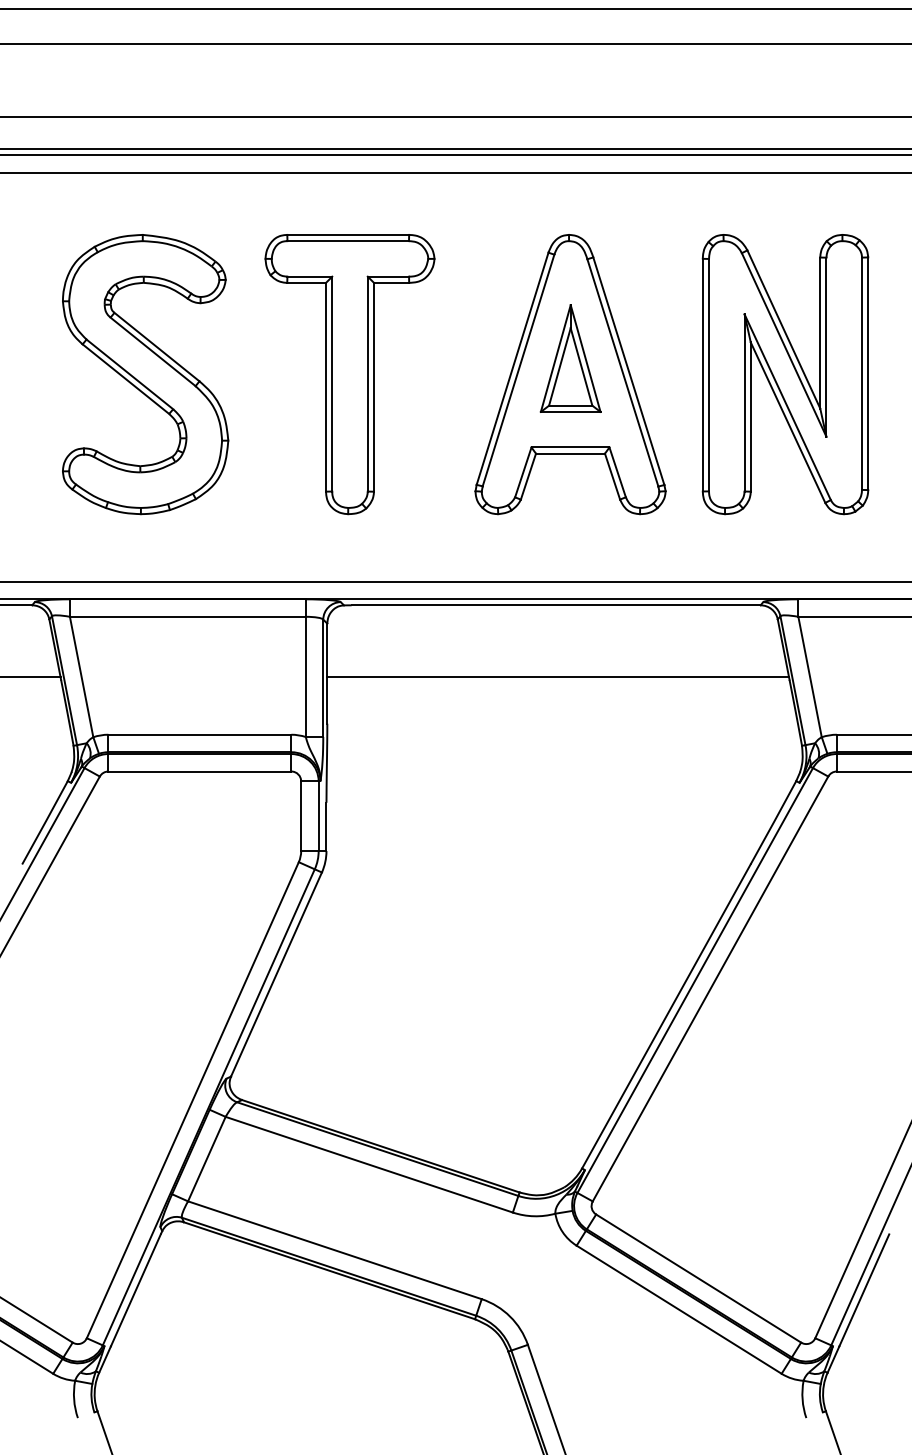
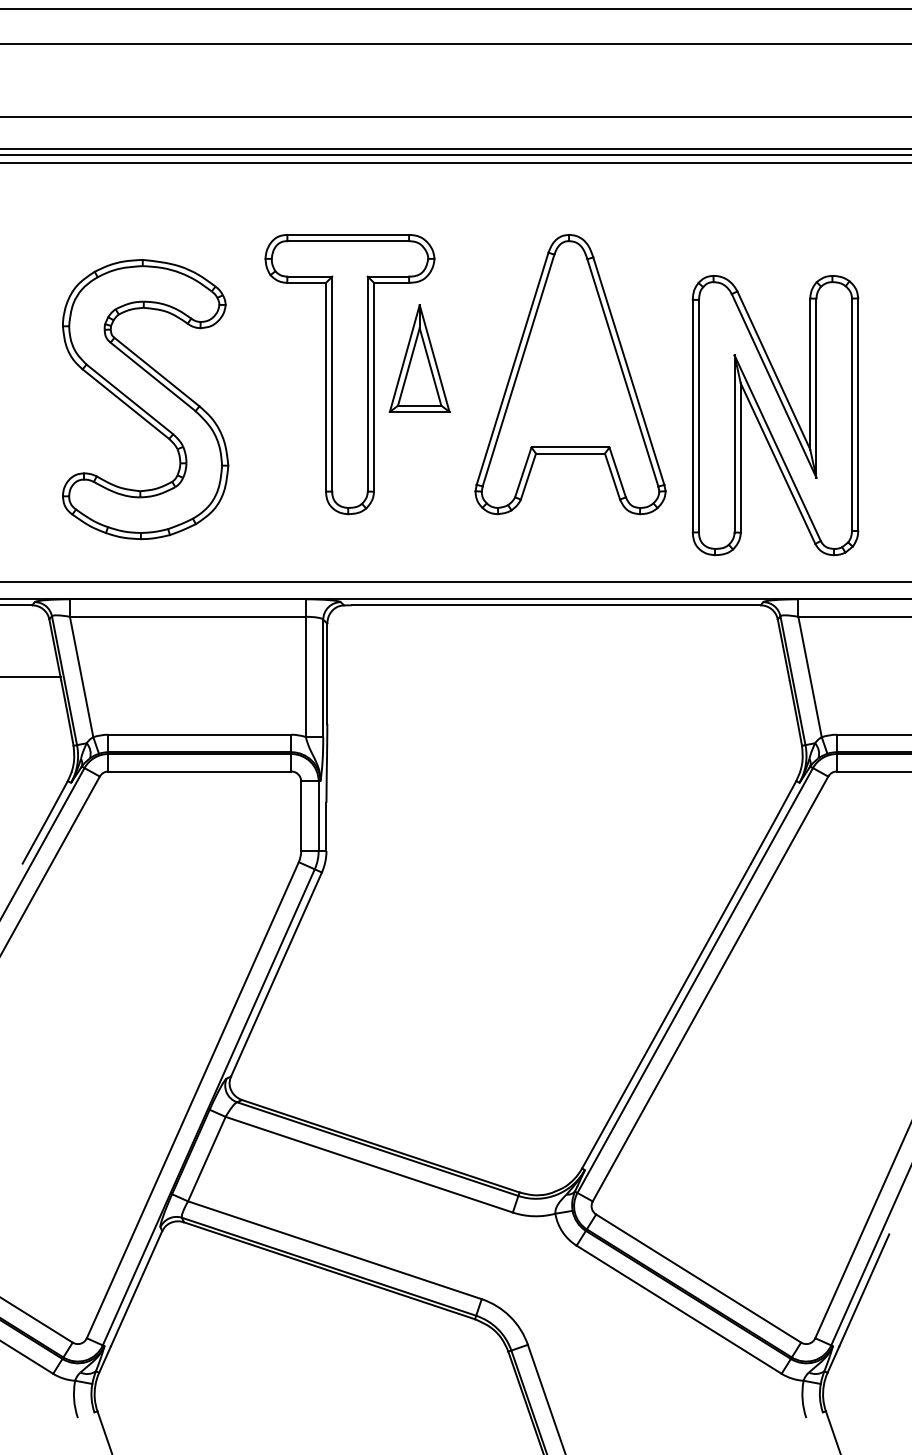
line at (455, 172) position: (455, 172) -> (455, 162)
part at (570, 358) position: (570, 358) -> (419, 358)
part at (145, 374) position: (145, 374) -> (145, 399)
part at (785, 374) position: (785, 374) -> (775, 415)
line at (557, 676): present -> none
